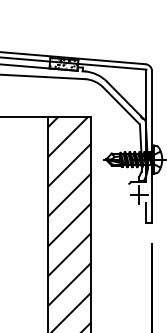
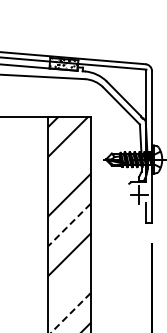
line at (69, 165): present -> none
line at (69, 224): solid -> dashed
line at (69, 284): present -> none
line at (70, 312): solid -> dashed
